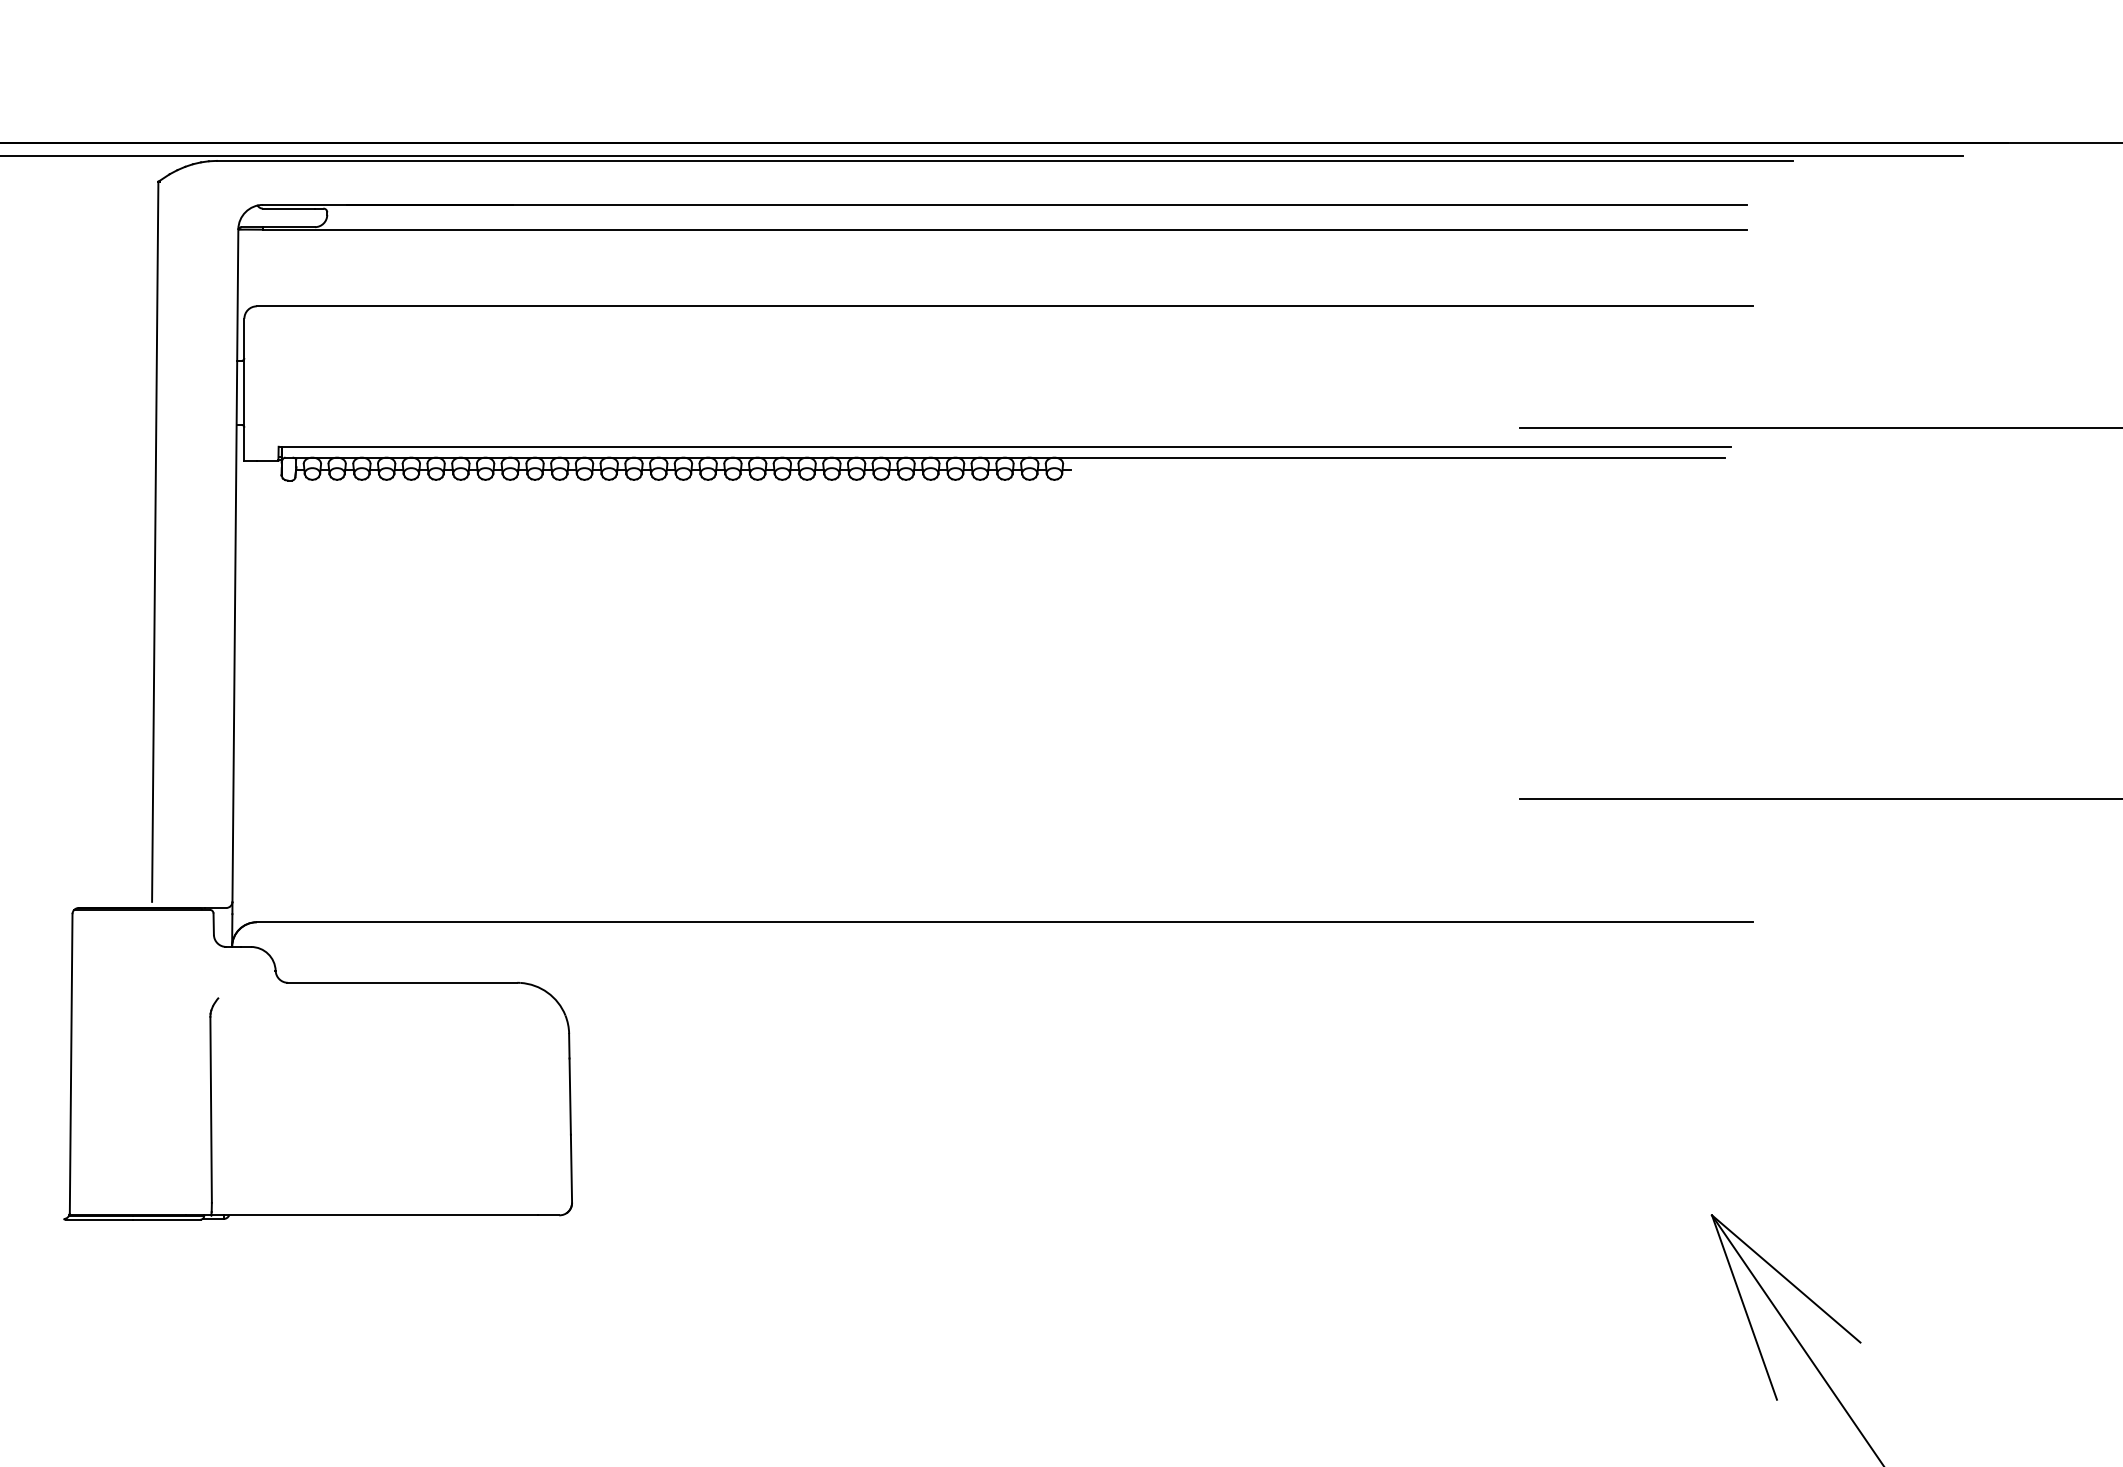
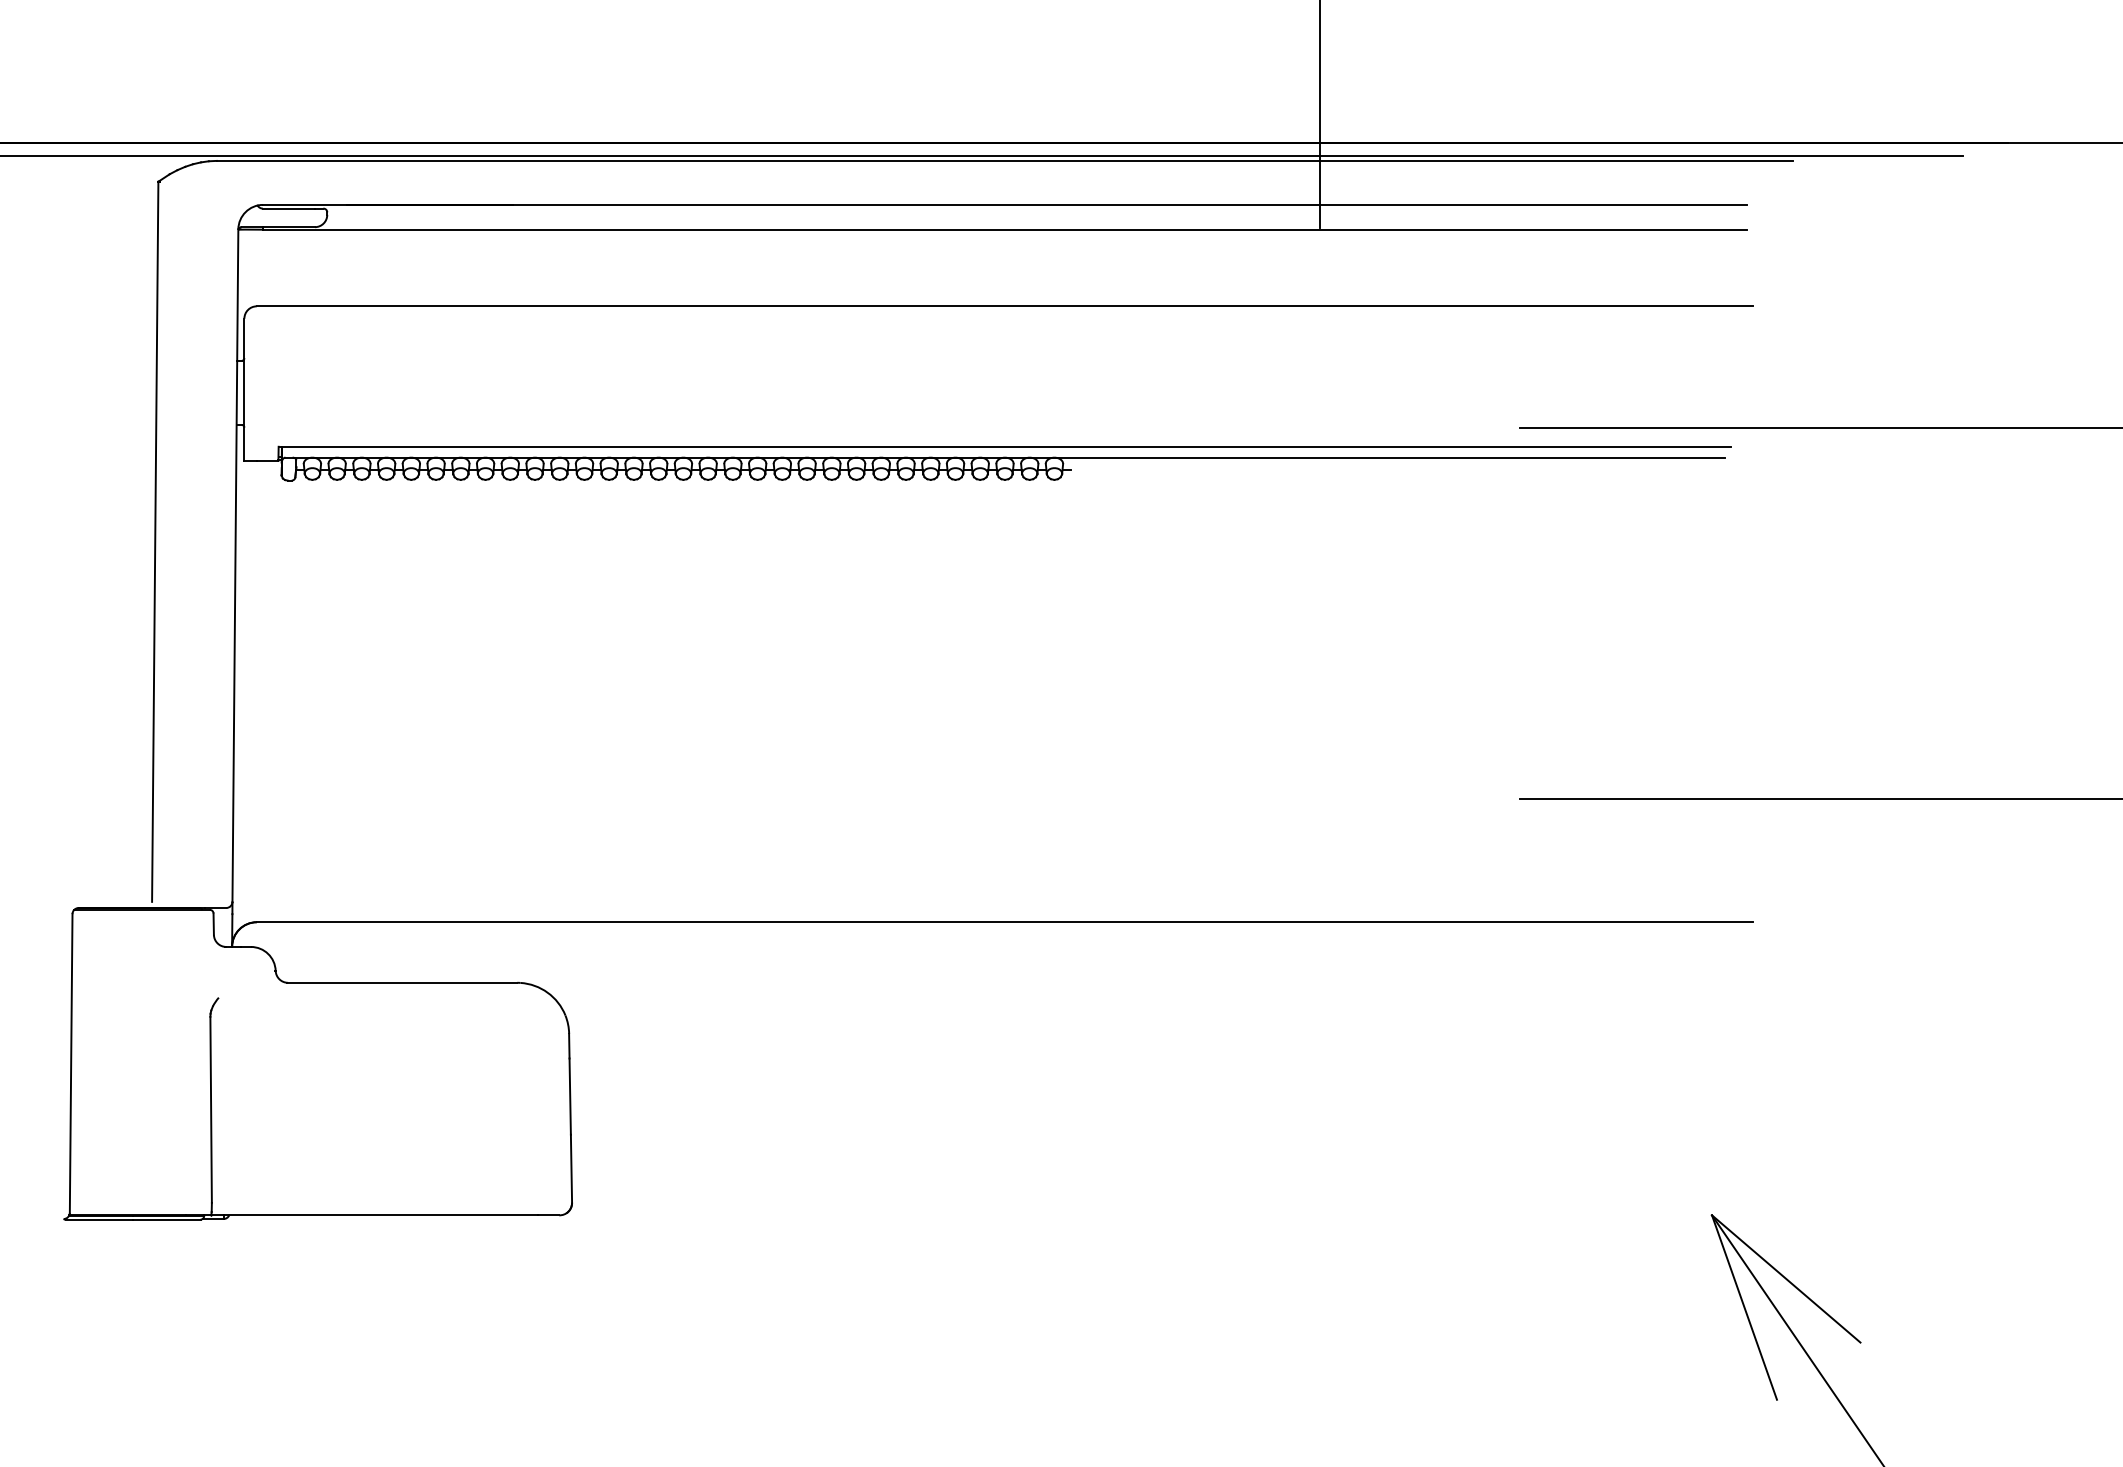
line at (1320, 114): none -> present
